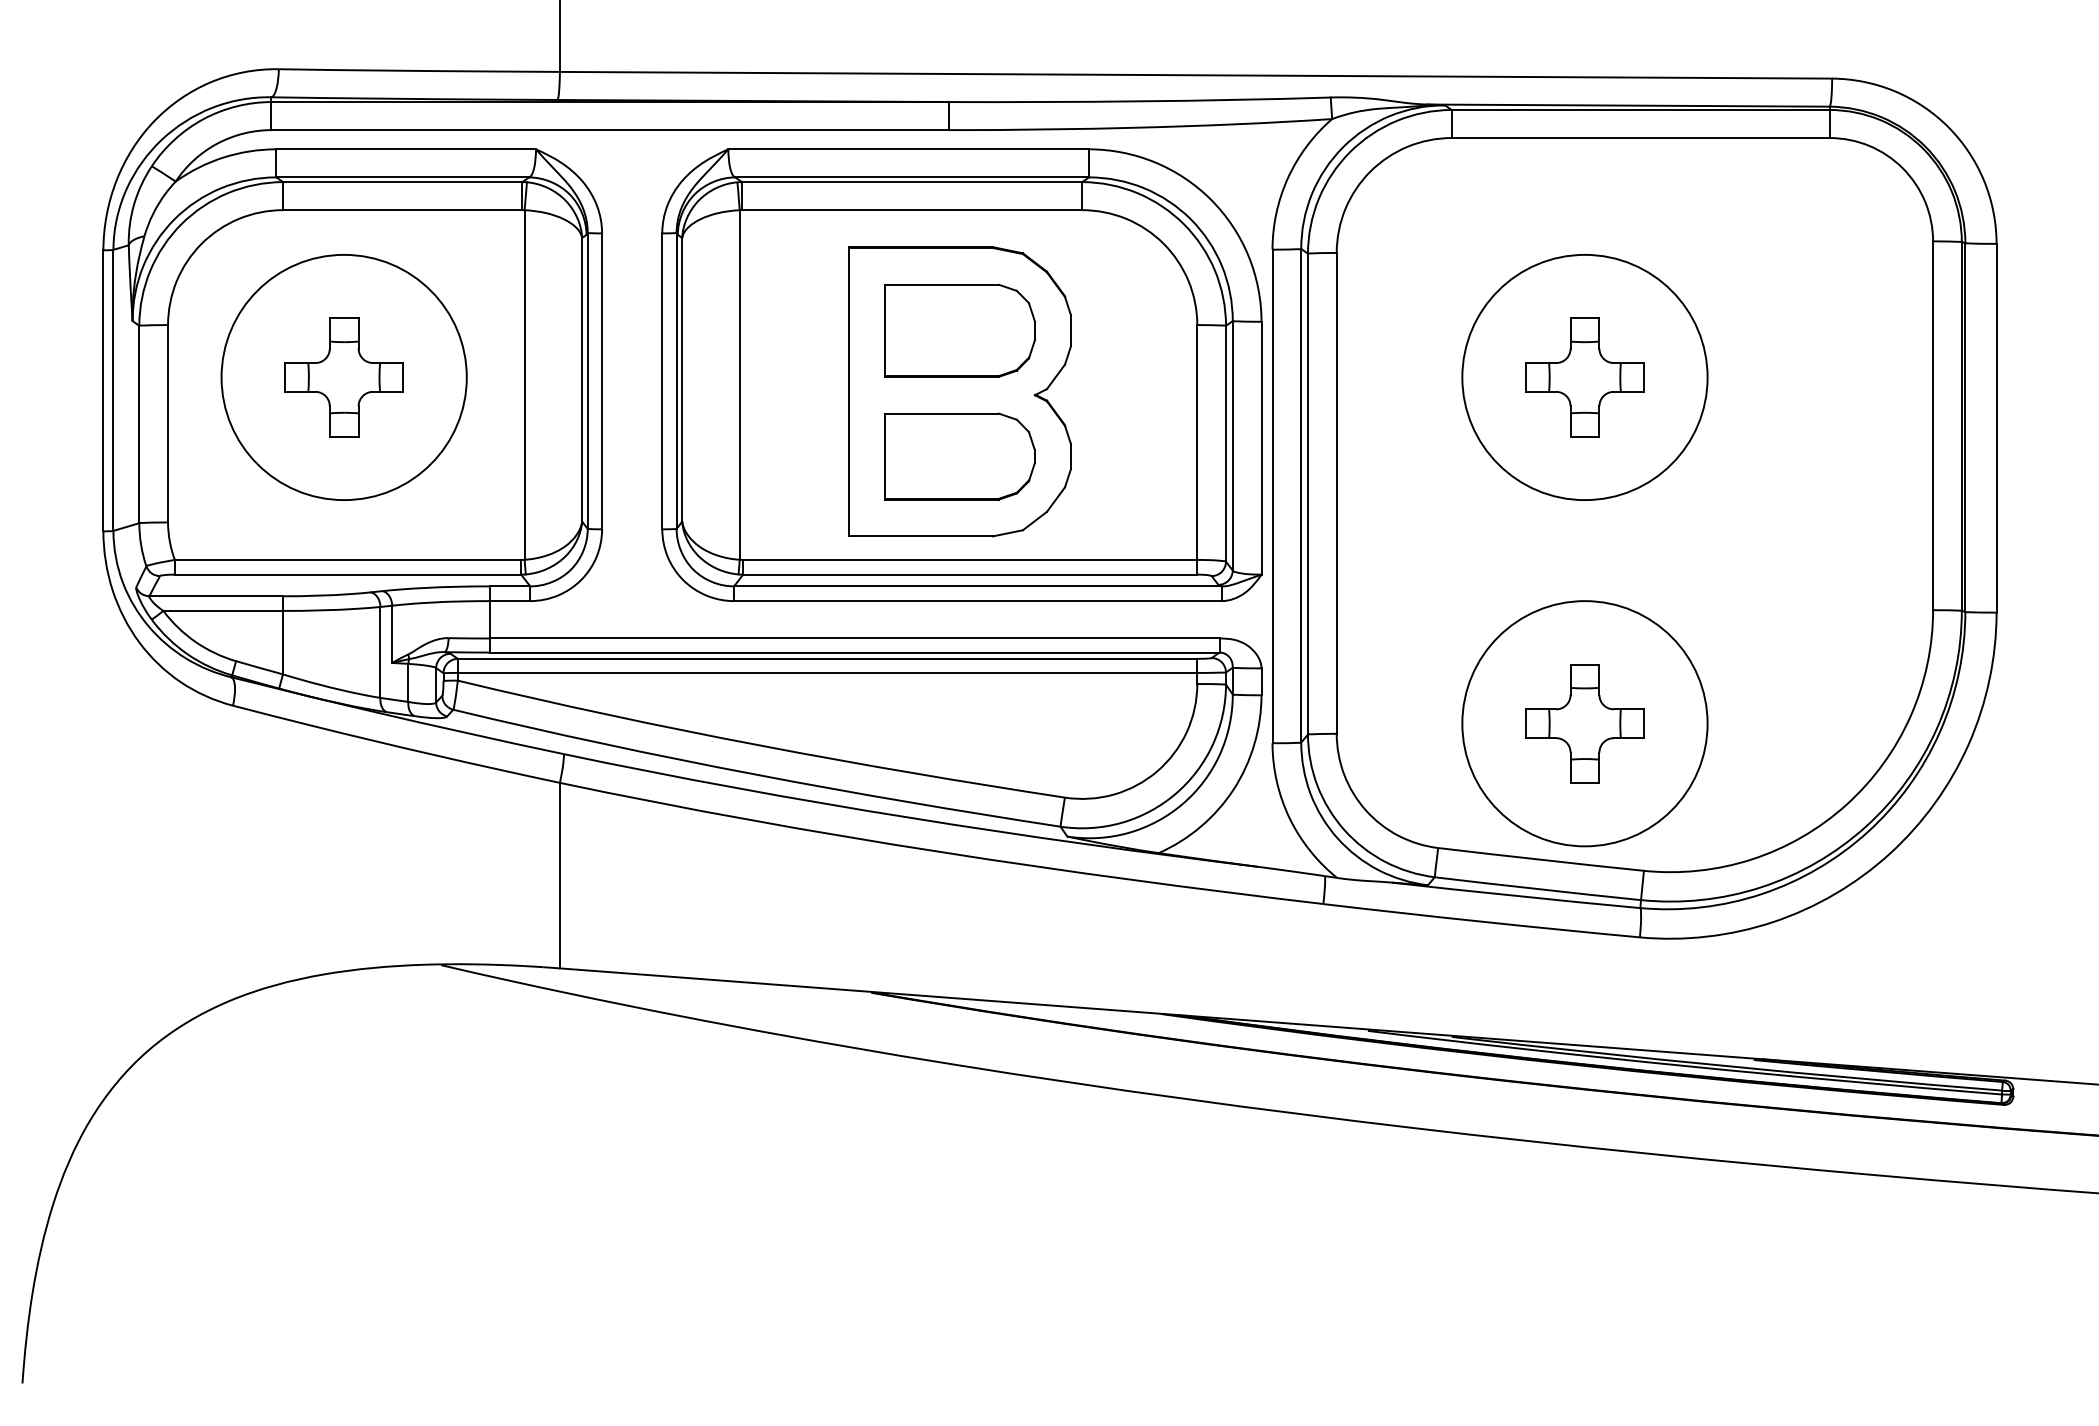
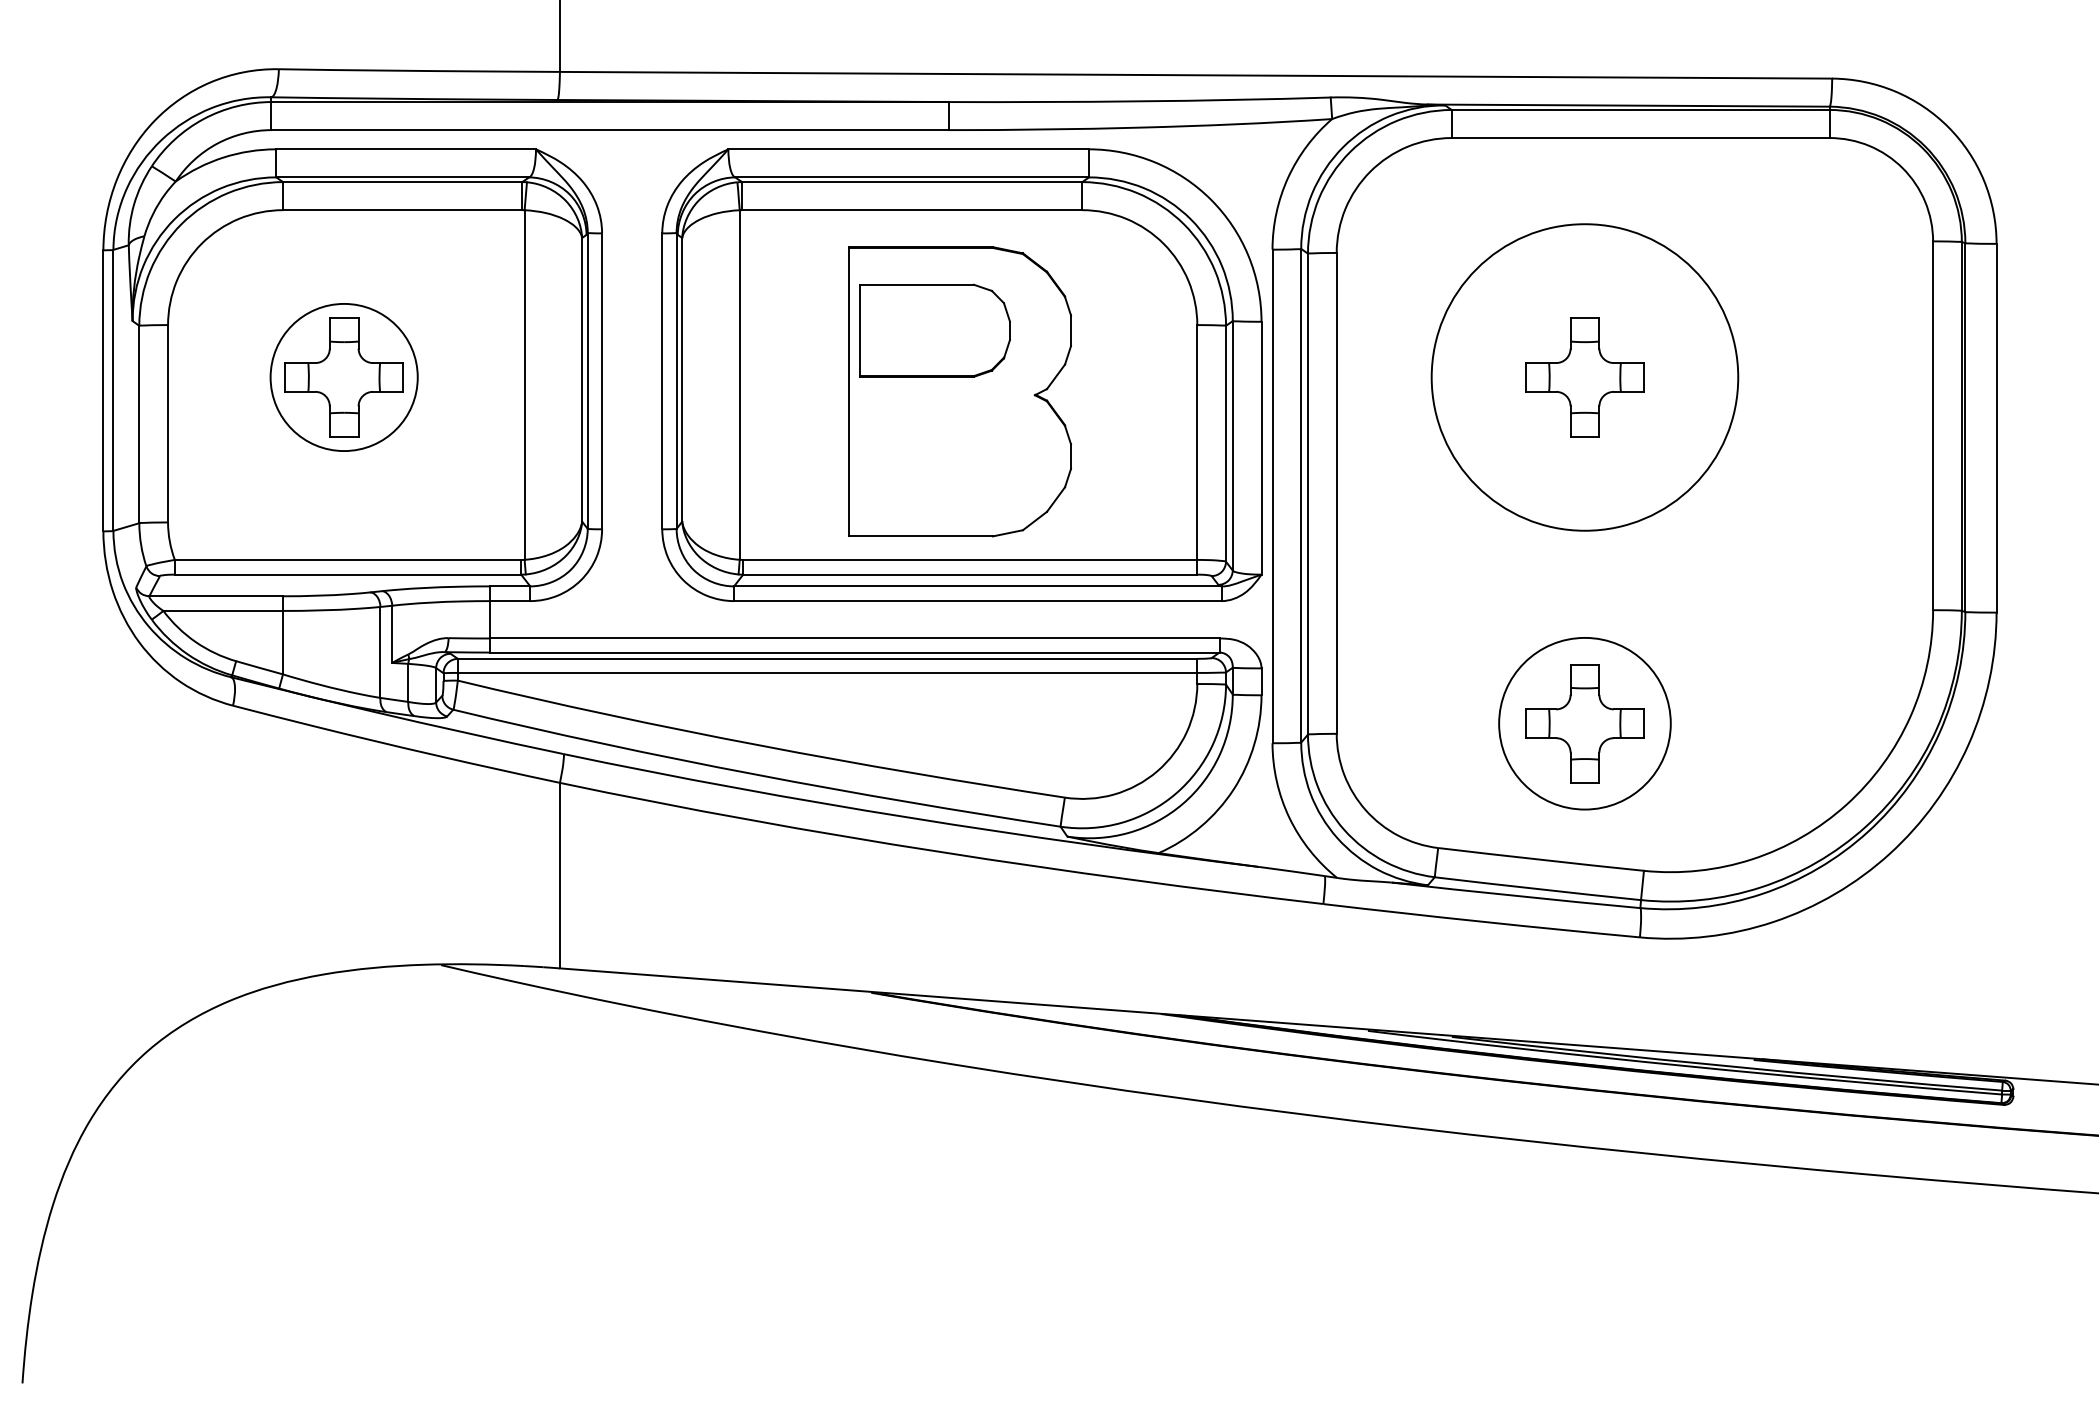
part at (959, 330) position: (959, 330) -> (934, 330)
circle at (343, 377) diameter: 245 px -> 147 px
circle at (1584, 377) diameter: 245 px -> 307 px
part at (959, 456): present -> none
circle at (1584, 723) diameter: 245 px -> 172 px
